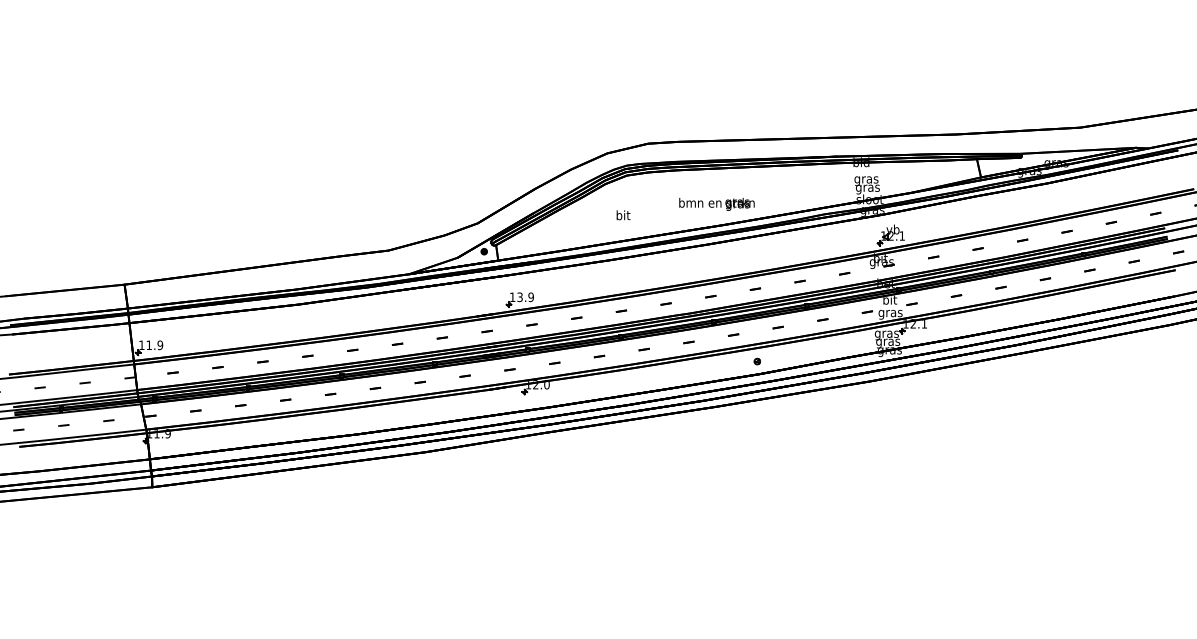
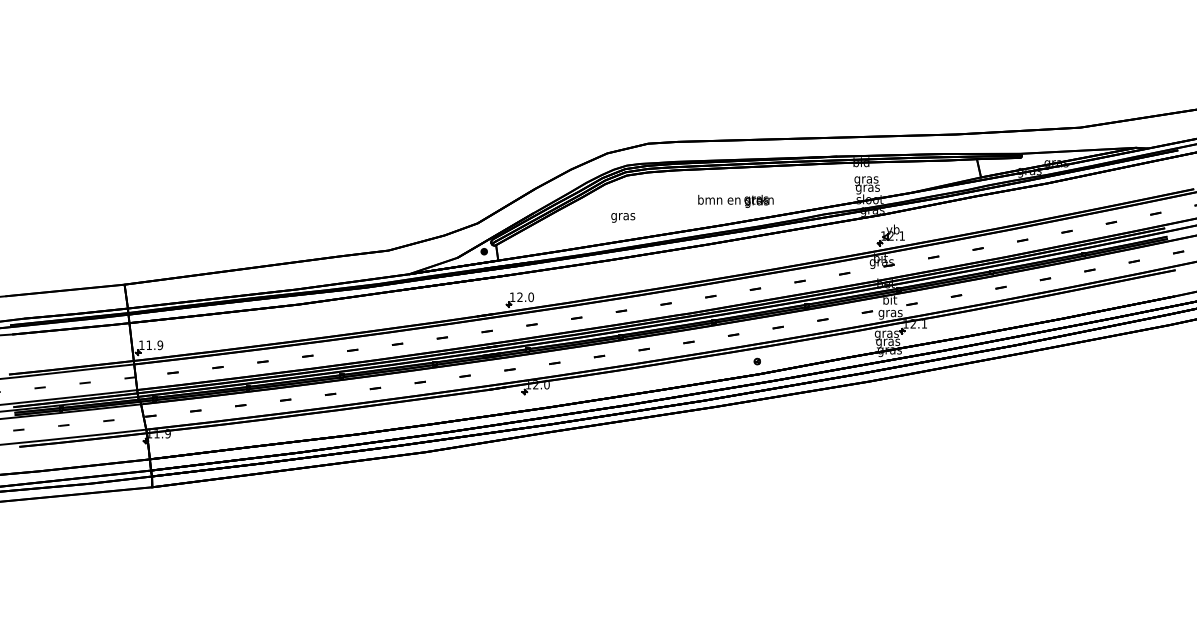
text at (716, 204) position: (716, 204) -> (735, 201)
text at (623, 216): bit -> gras
text at (525, 297): 13.9 -> 12.0
